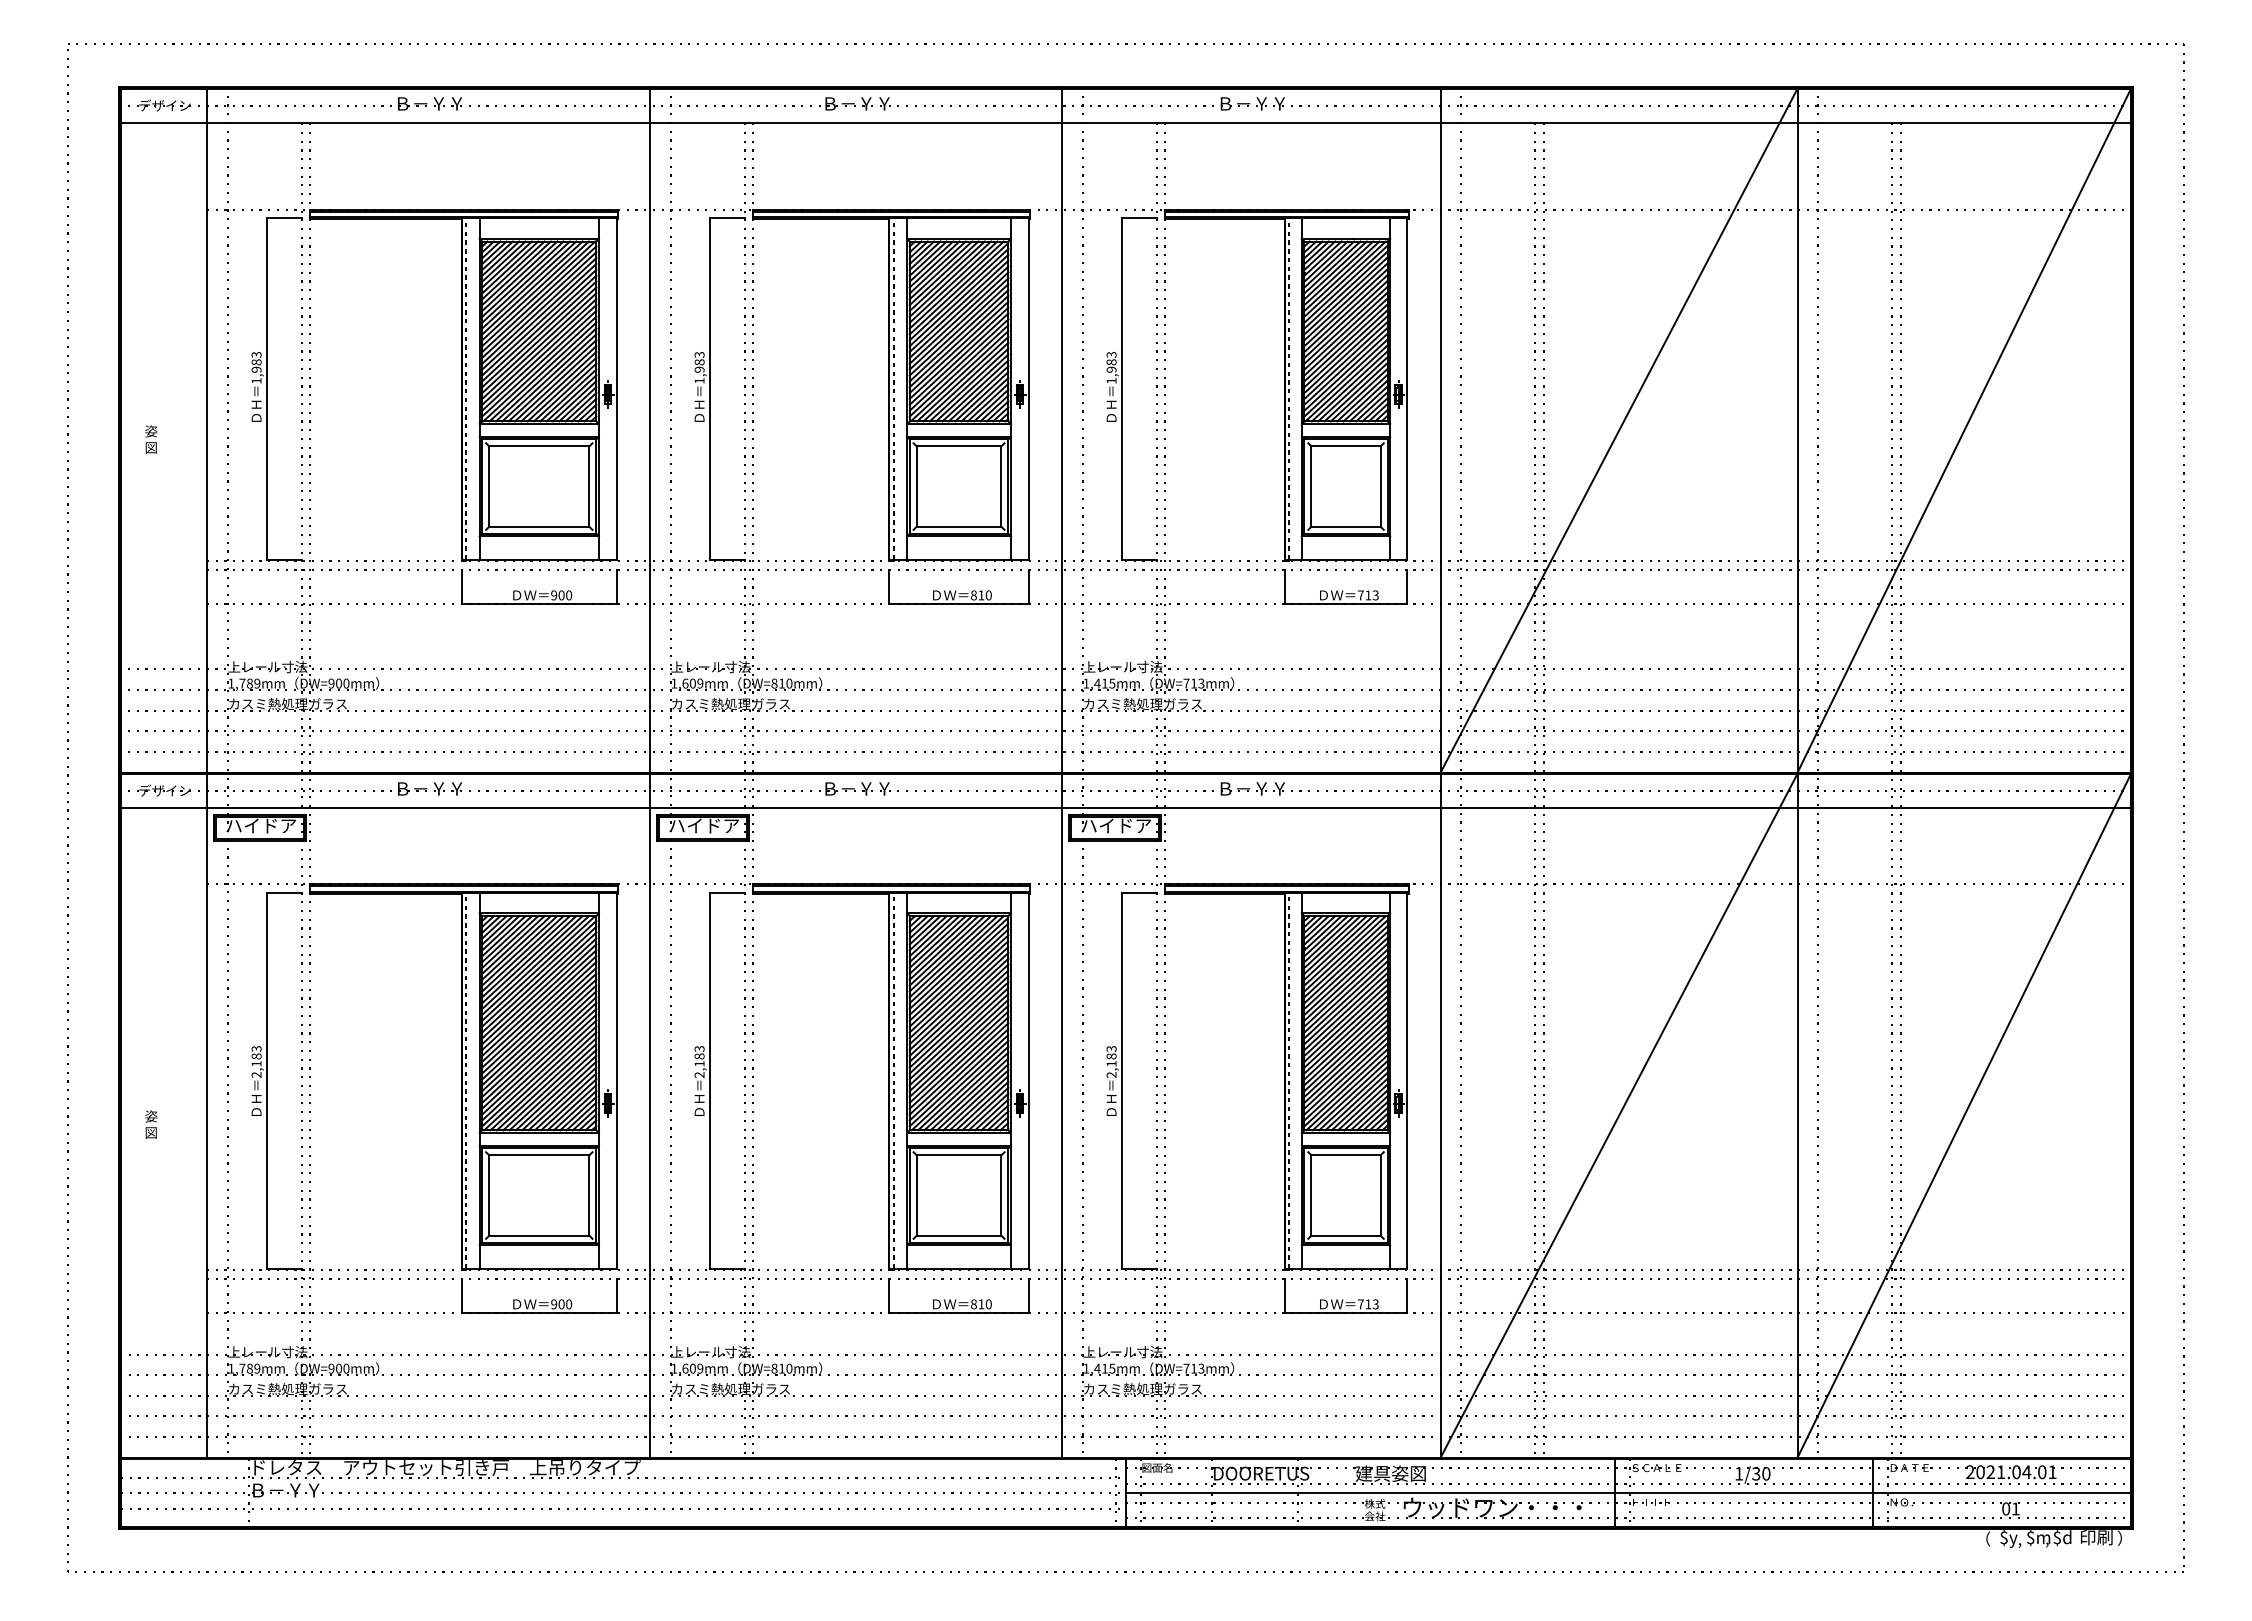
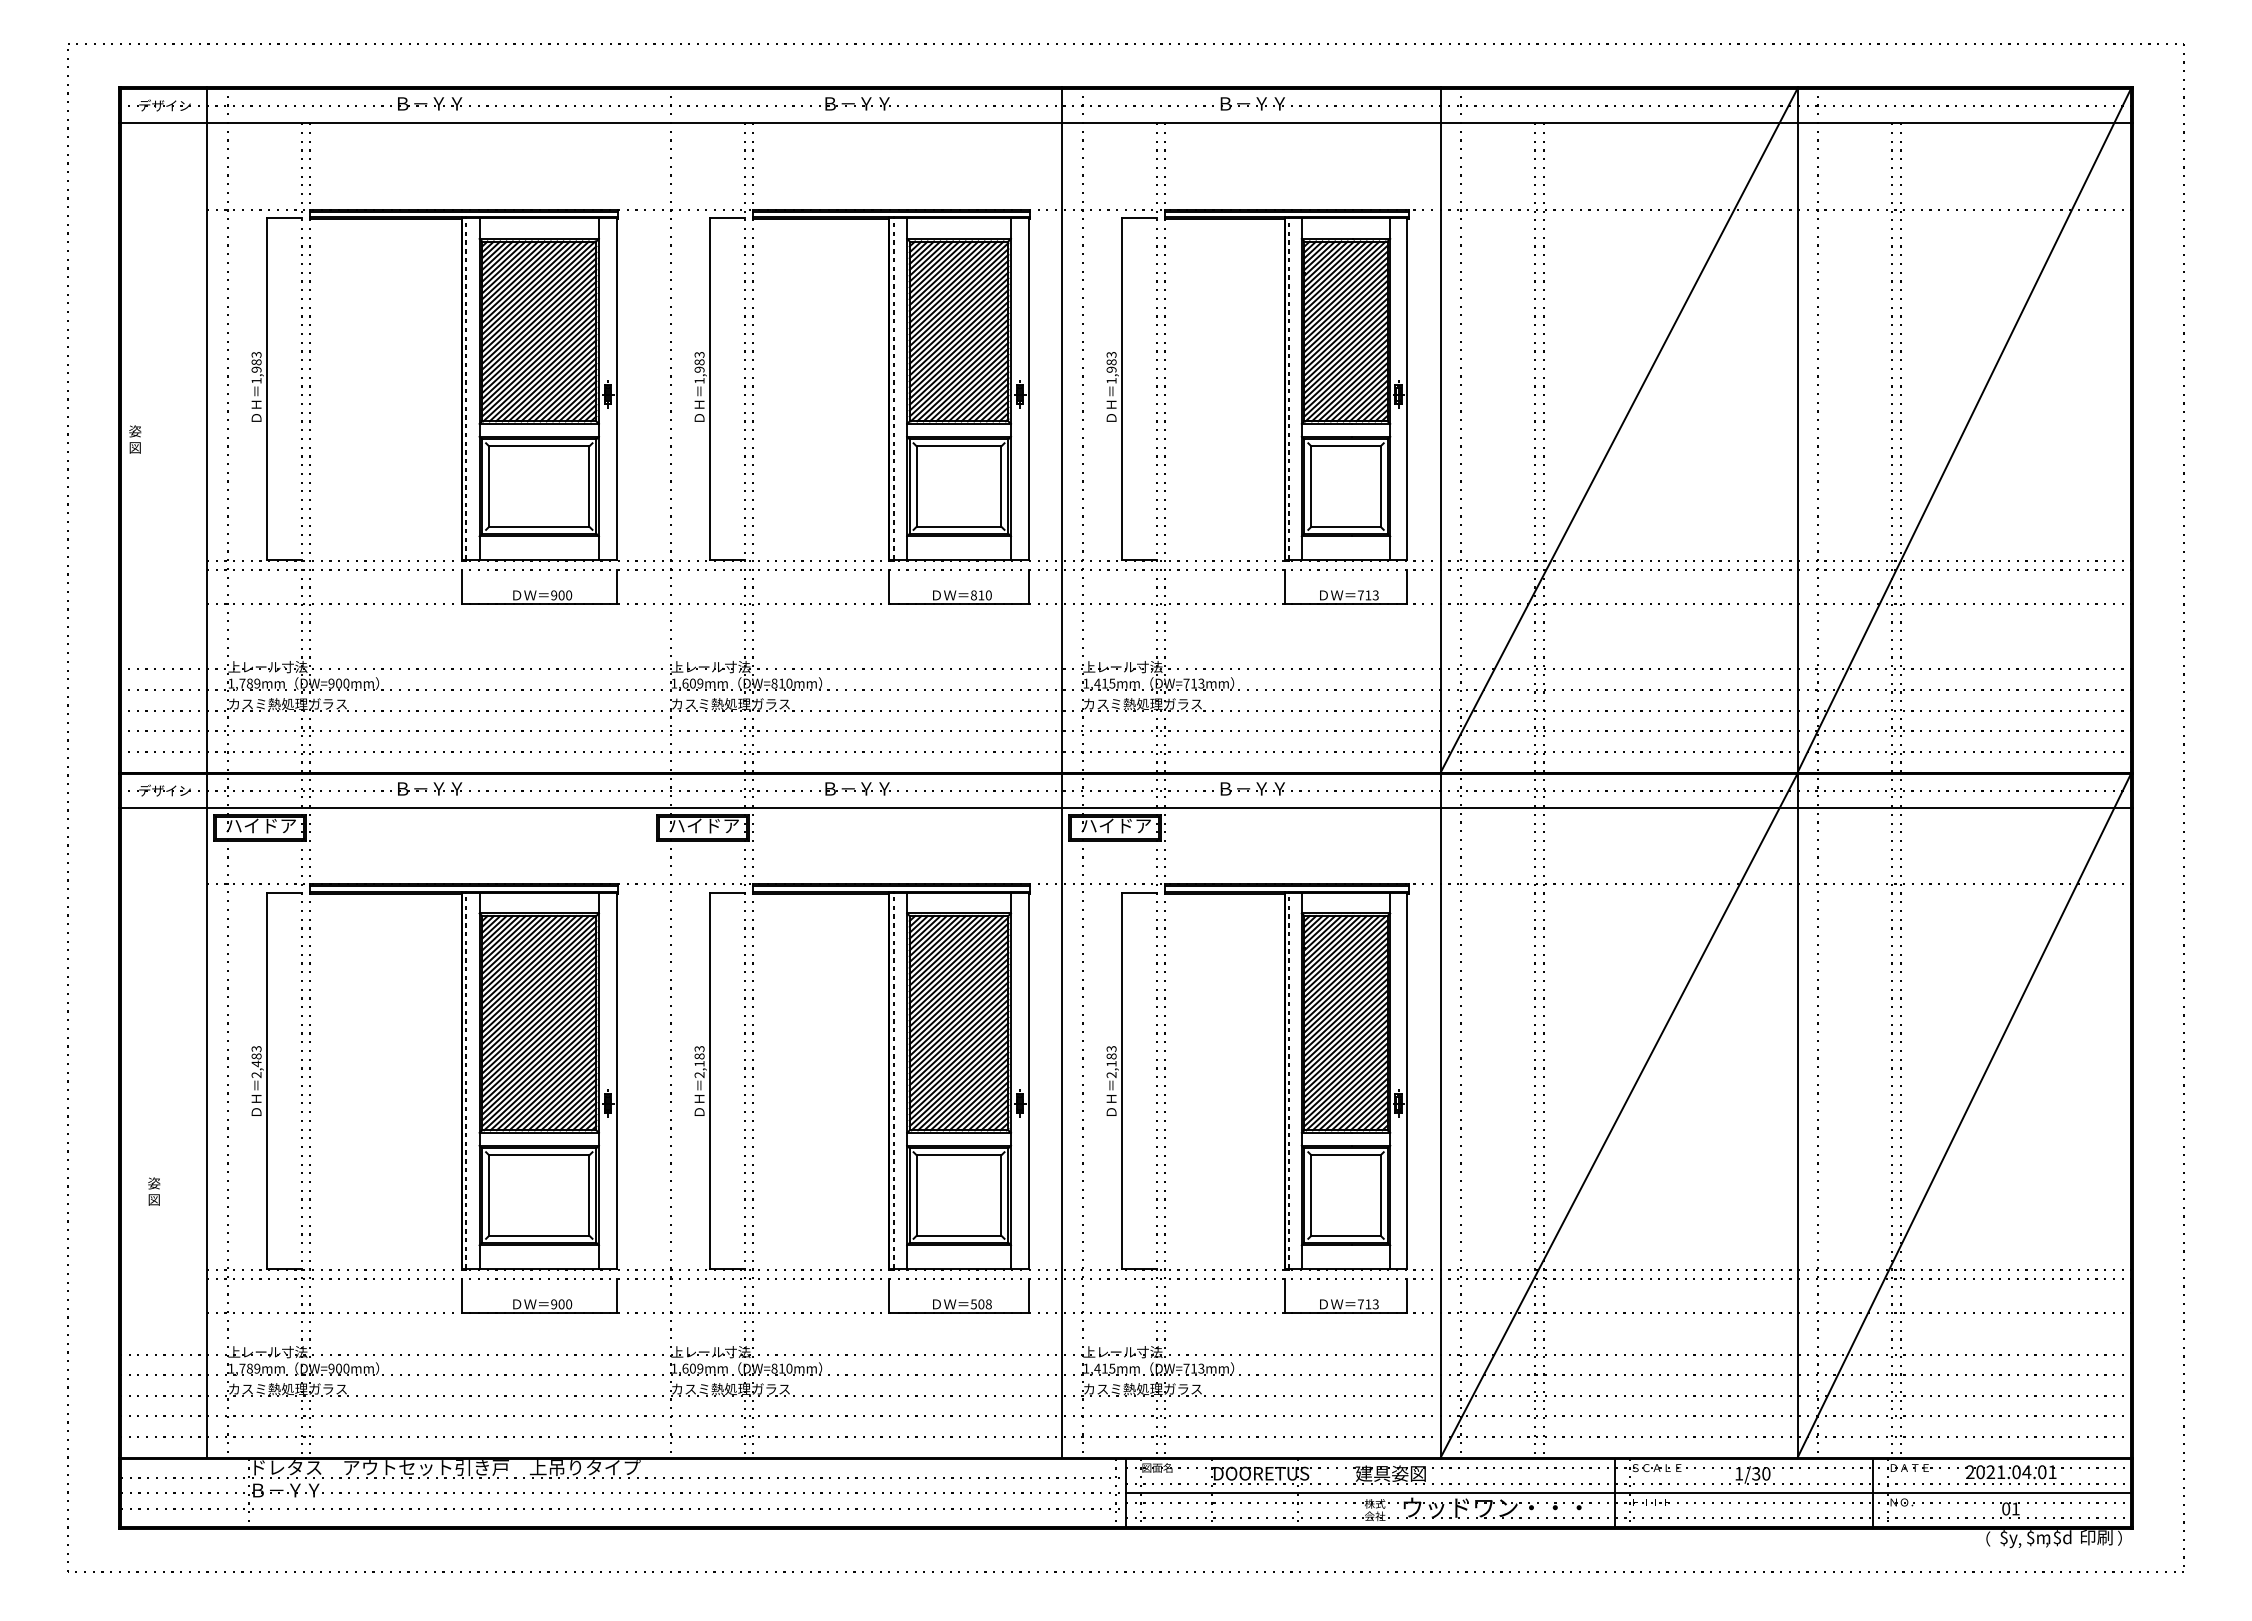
text at (151, 439) position: (151, 439) -> (135, 439)
line at (649, 771): present -> none
text at (256, 1063): 2,183 -> 2,483
text at (151, 1124) position: (151, 1124) -> (154, 1191)
text at (980, 1304): 810 -> 508
